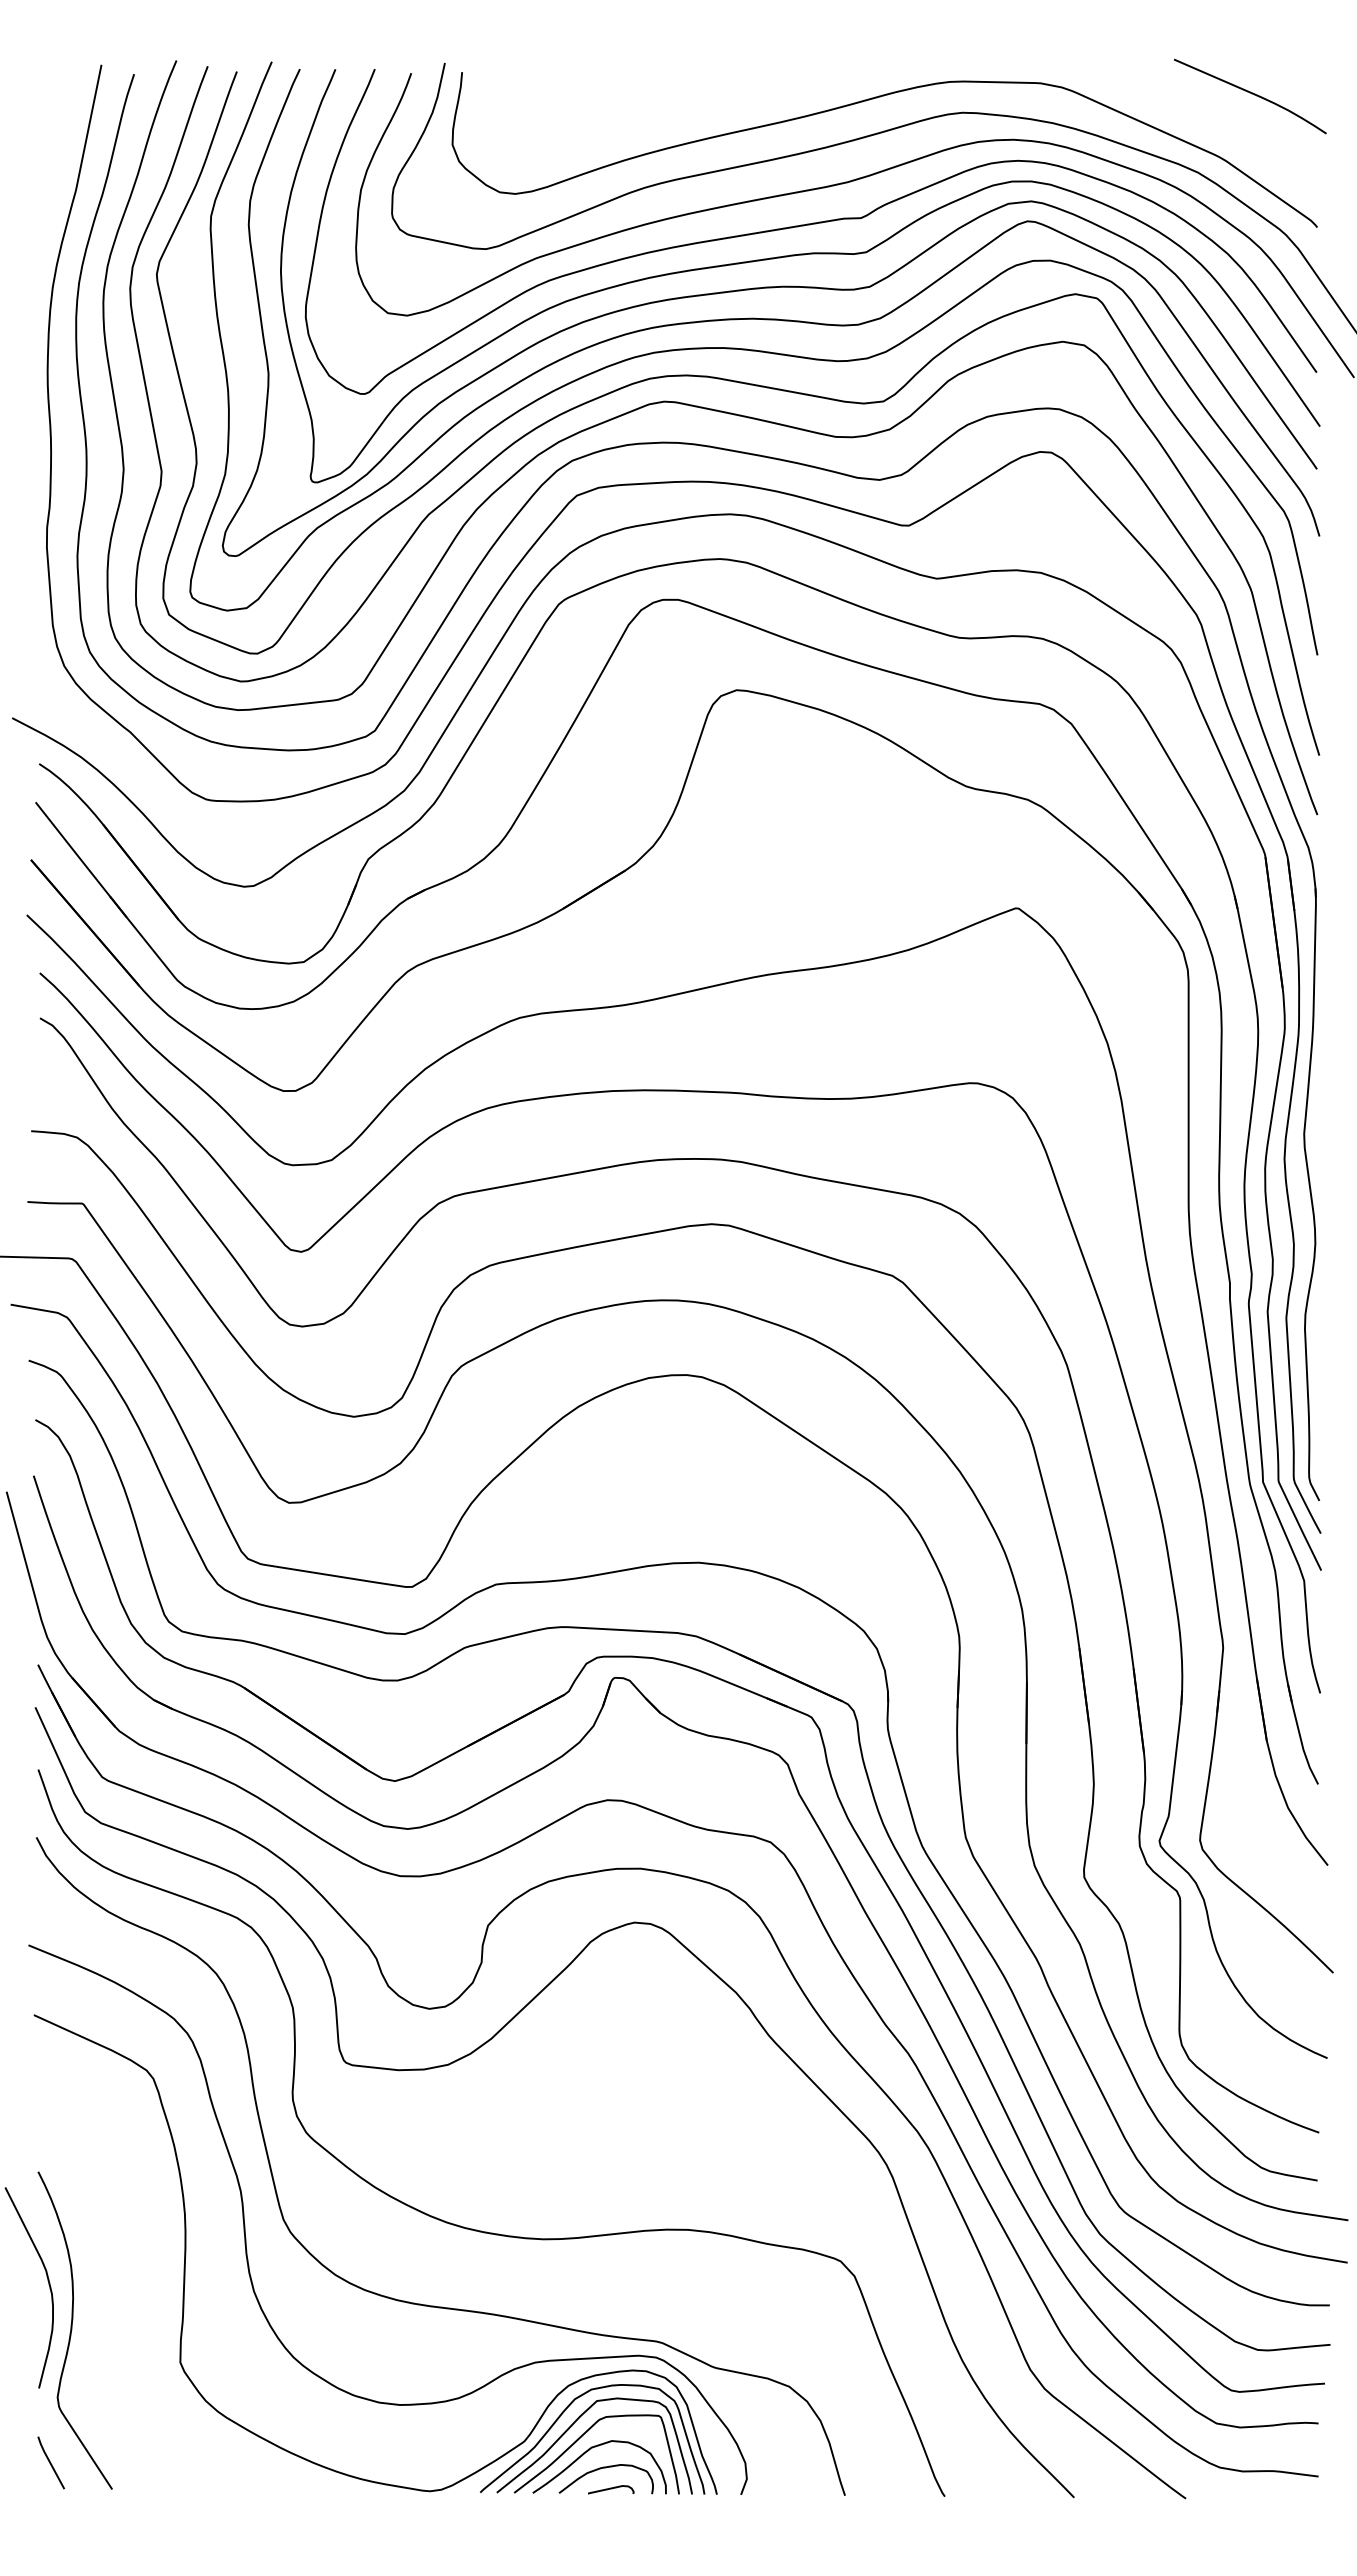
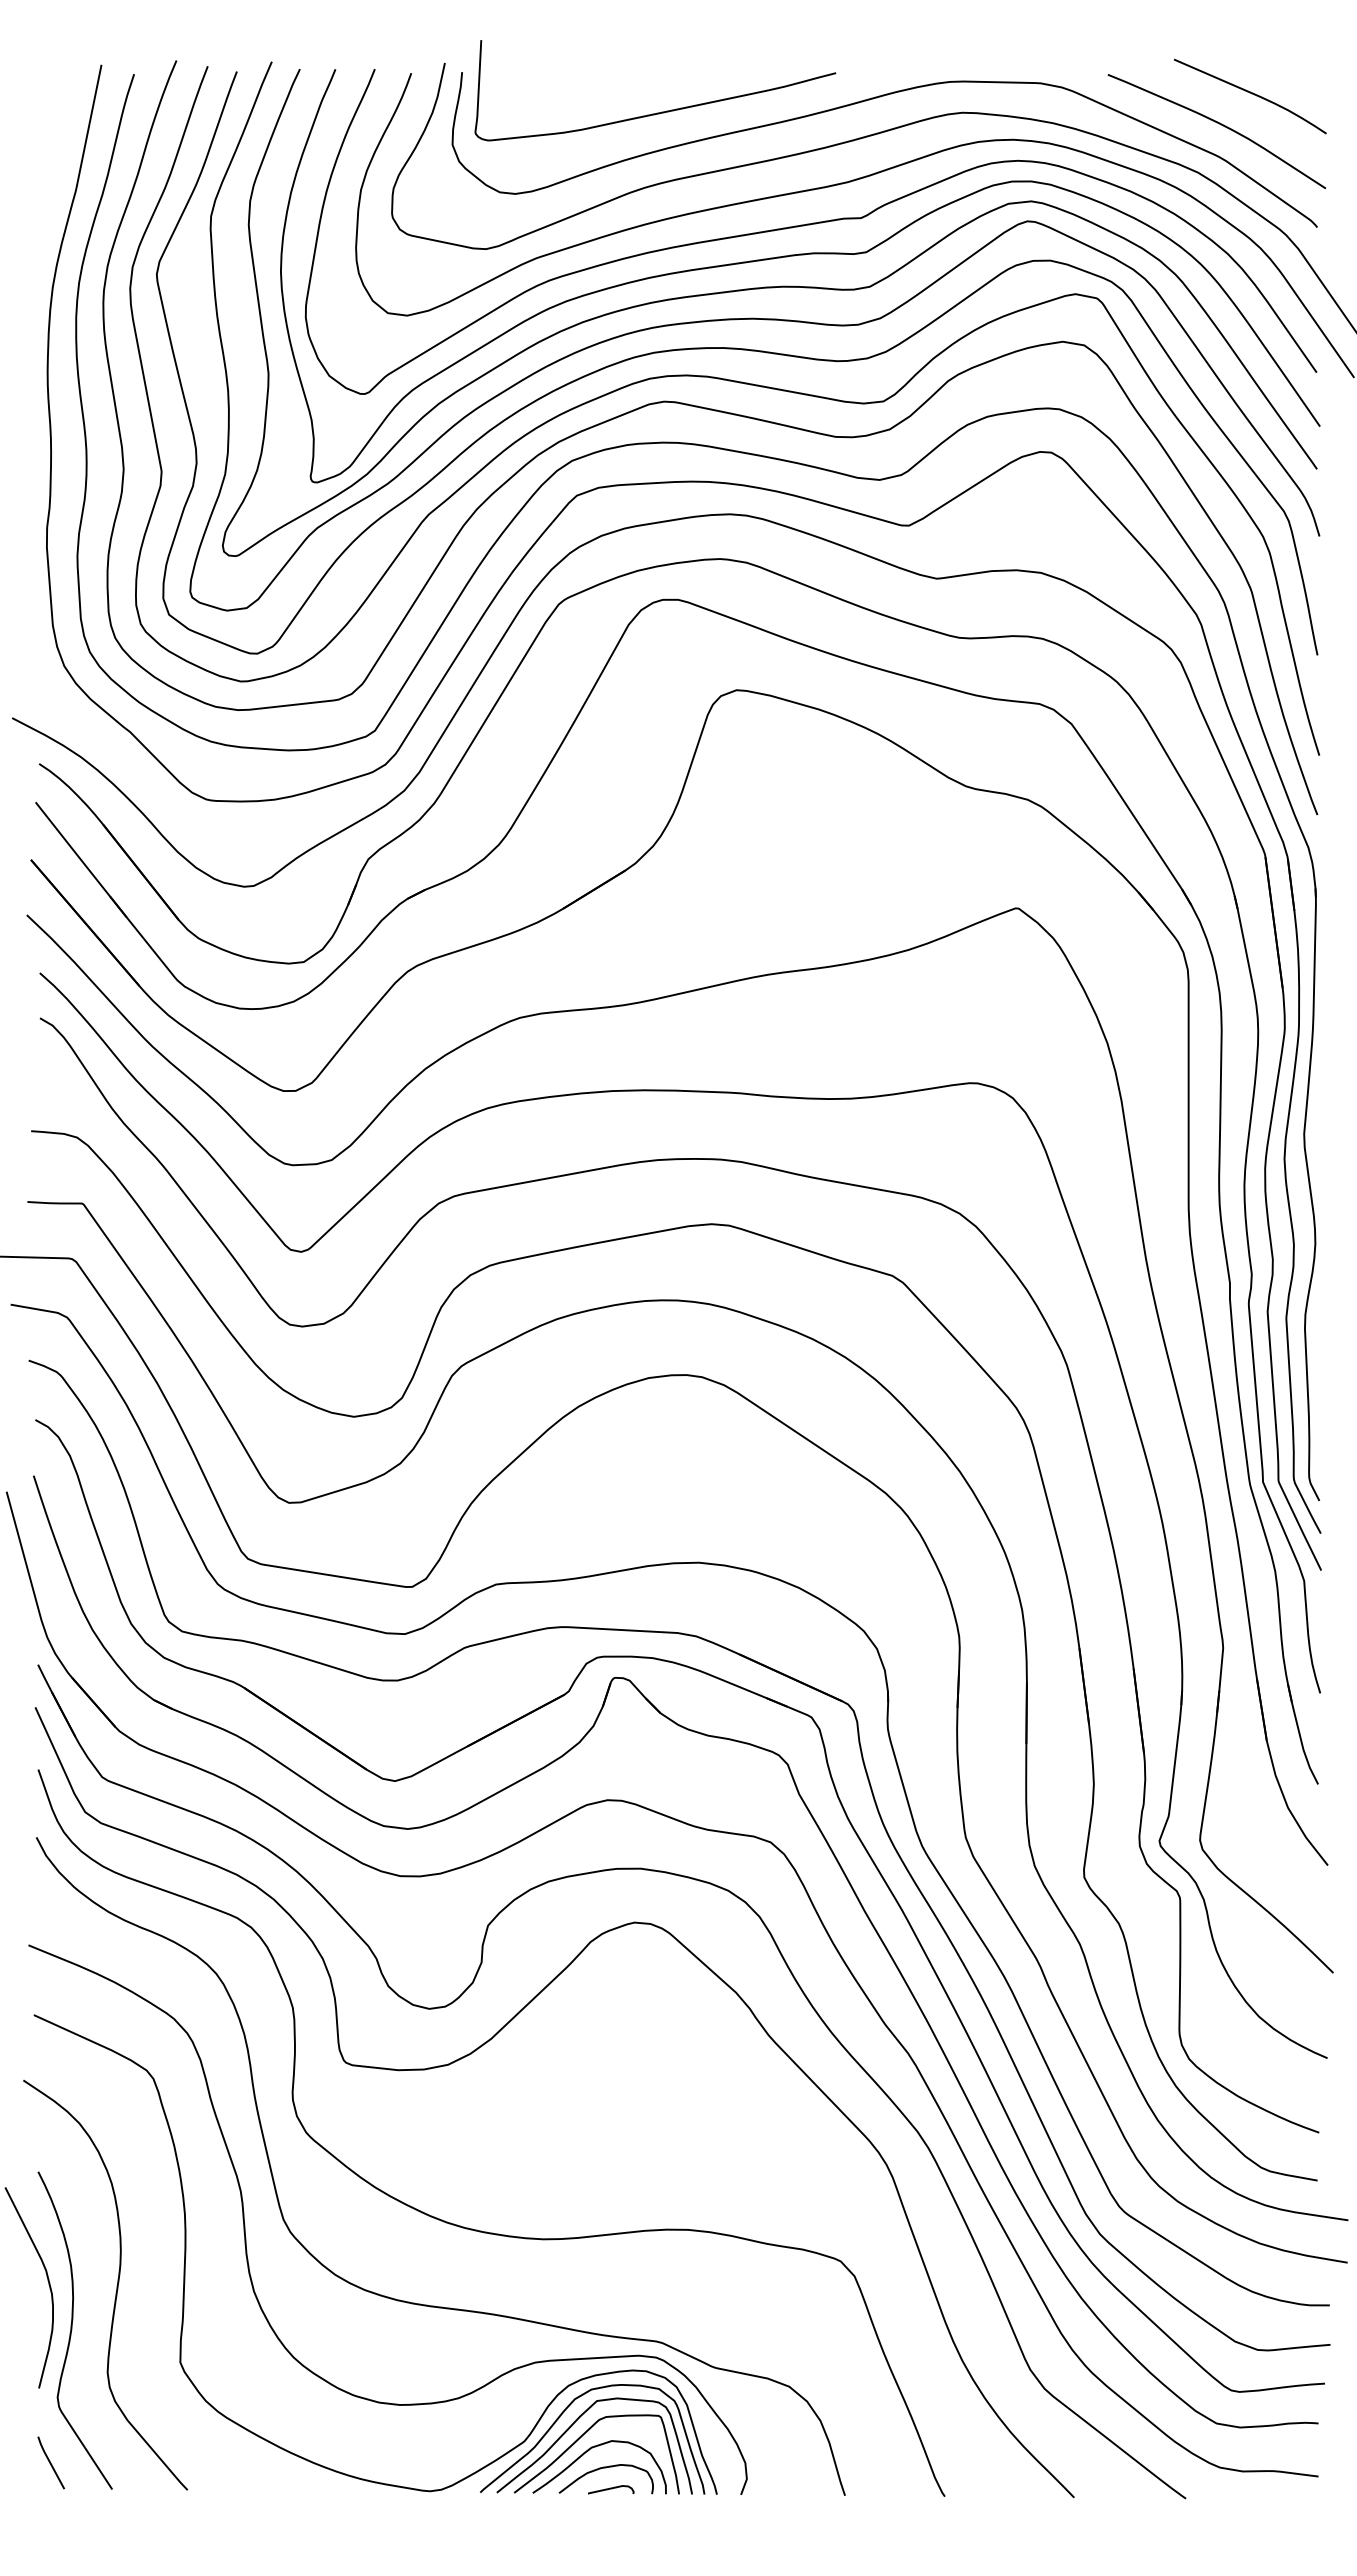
curve at (661, 111): none -> present
curve at (1219, 124): none -> present
curve at (116, 2285): none -> present
